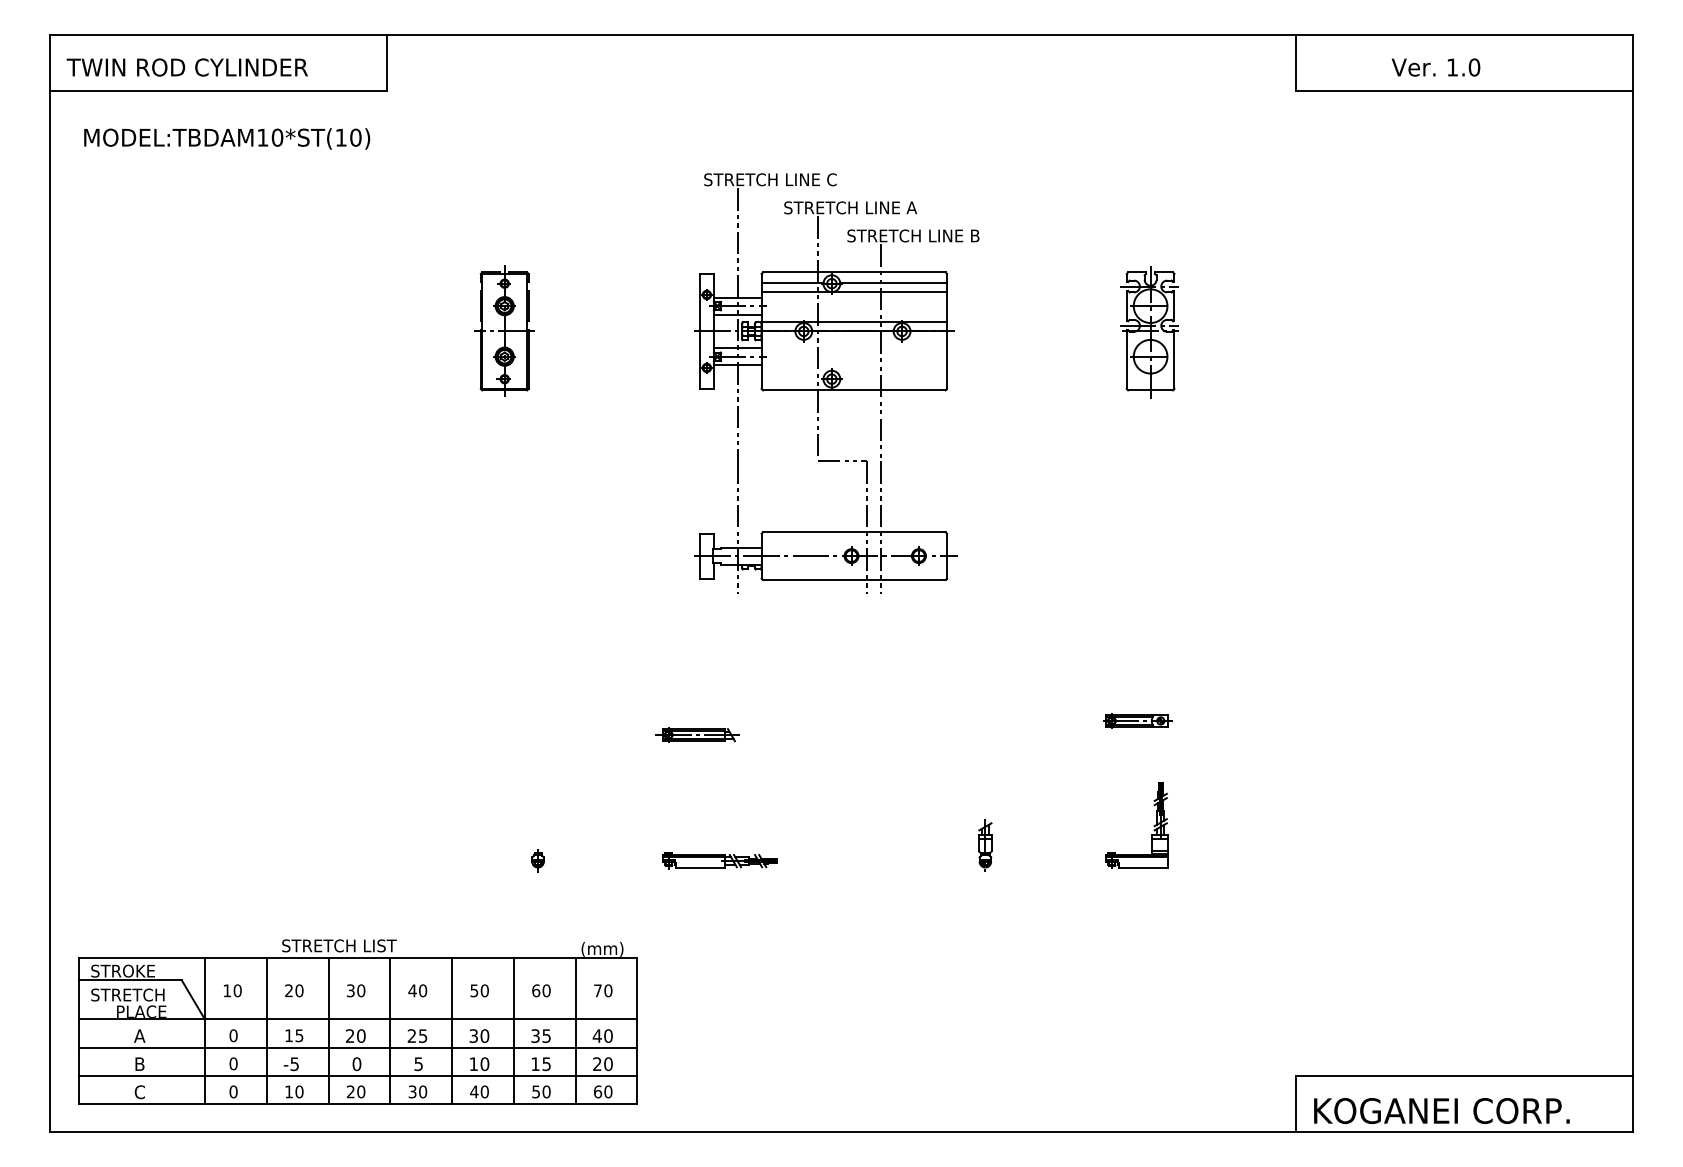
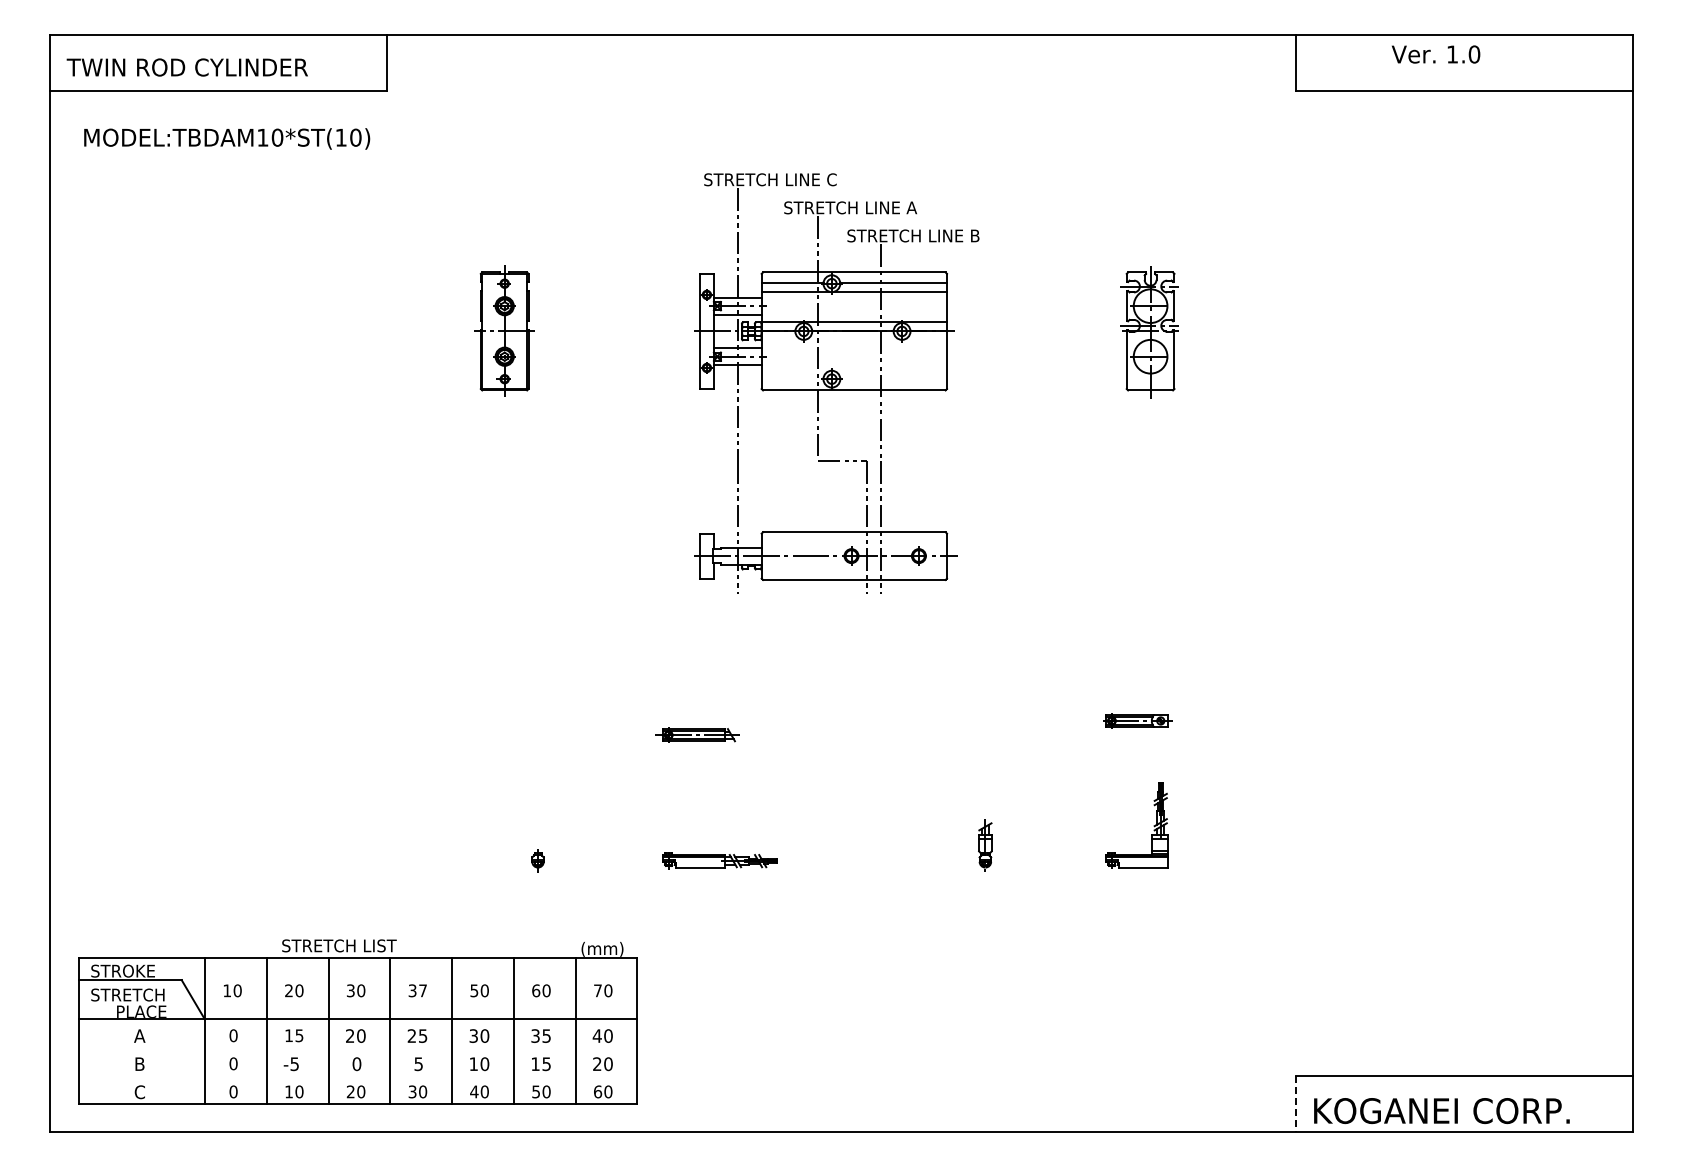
text at (1436, 67) position: (1436, 67) -> (1436, 54)
text at (417, 990): 40 -> 37
line at (357, 1047): present -> none
line at (357, 1075): present -> none
line at (1295, 1104): solid -> dashed
